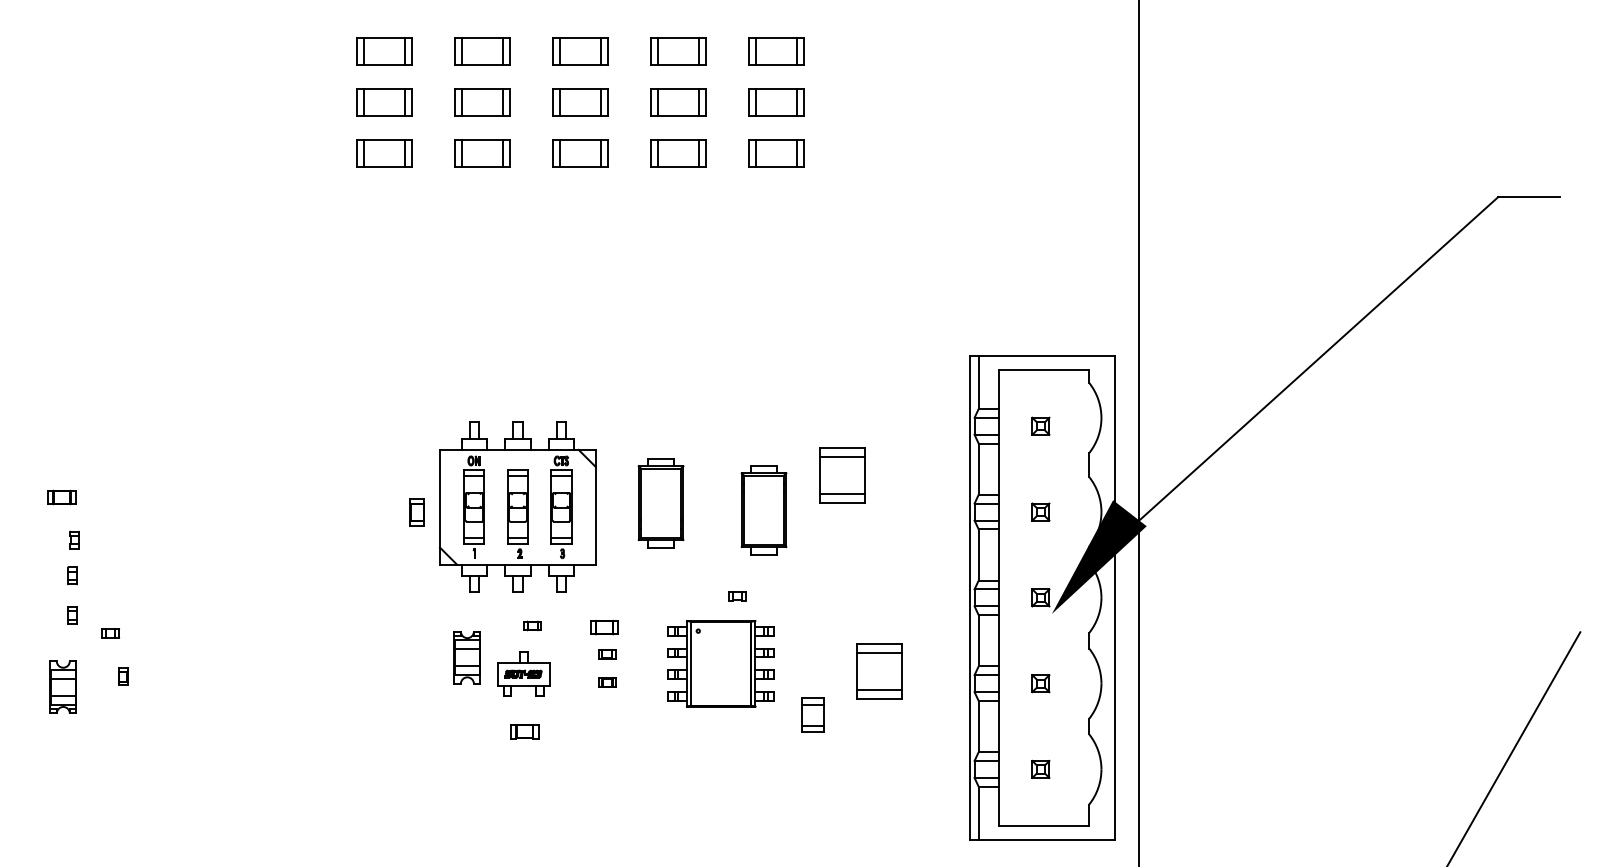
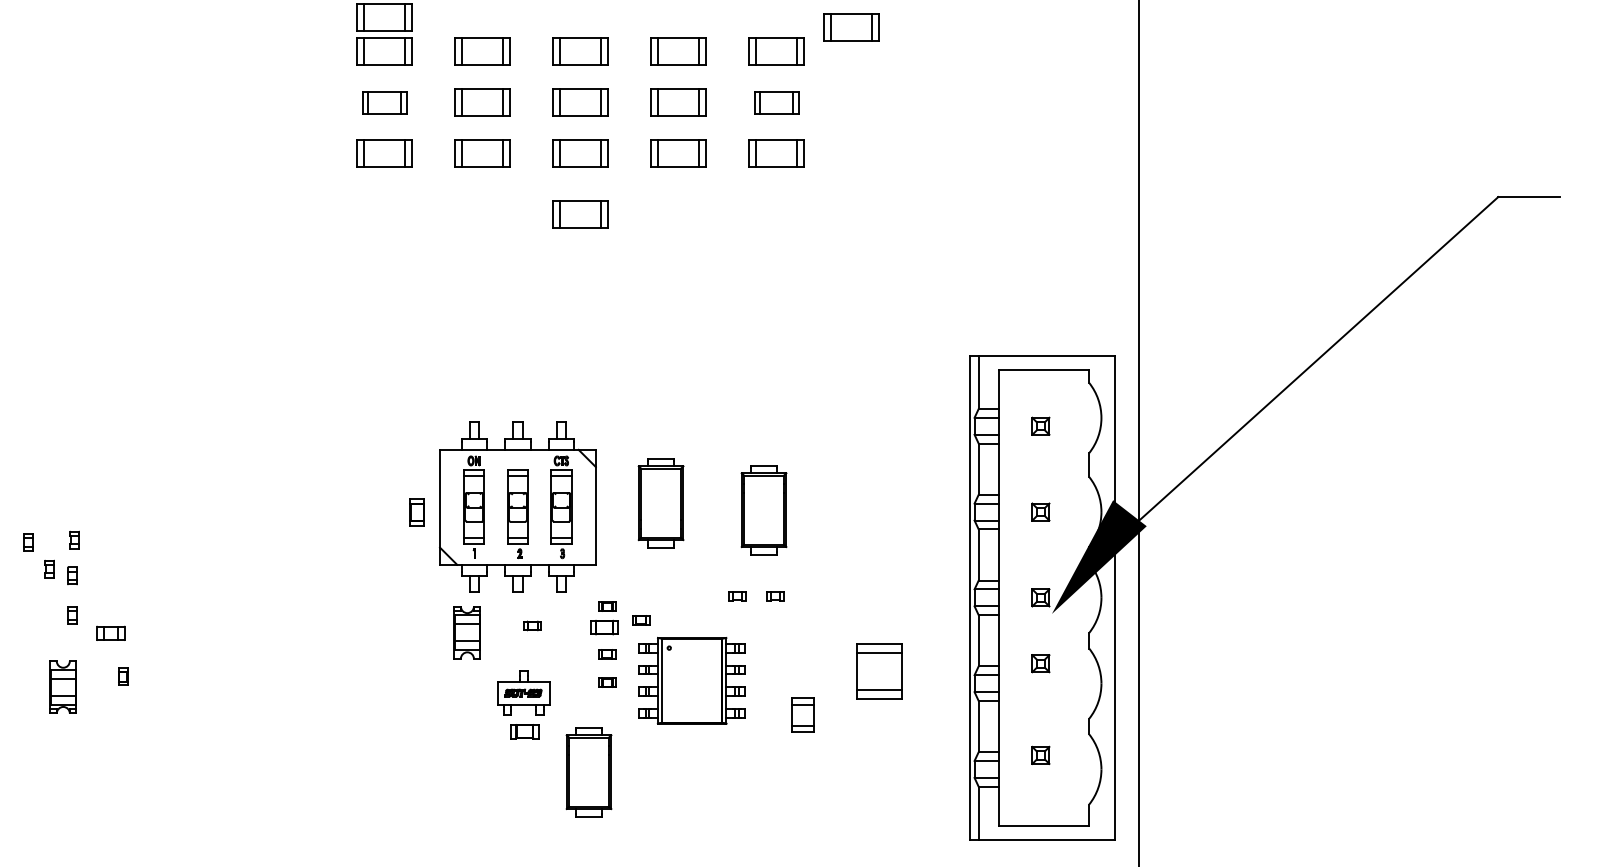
part at (384, 17): none -> present
part at (851, 27): none -> present
part at (384, 102) size: 57x29 px -> 46x24 px
part at (776, 102) size: 57x29 px -> 46x24 px
part at (580, 214): none -> present
part at (842, 475): present -> none
part at (61, 497): present -> none
part at (28, 542): none -> present
part at (49, 568): none -> present
part at (775, 596): none -> present
part at (607, 606): none -> present
part at (641, 620): none -> present
part at (110, 633) size: 19x11 px -> 30x16 px
part at (466, 657) position: (466, 657) -> (466, 632)
part at (720, 663) position: (720, 663) -> (691, 680)
part at (523, 673) position: (523, 673) -> (523, 692)
part at (1040, 683) position: (1040, 683) -> (1040, 663)
part at (812, 714) position: (812, 714) -> (802, 714)
line at (1514, 747): present -> none
part at (1040, 768) position: (1040, 768) -> (1040, 754)
part at (588, 772): none -> present
